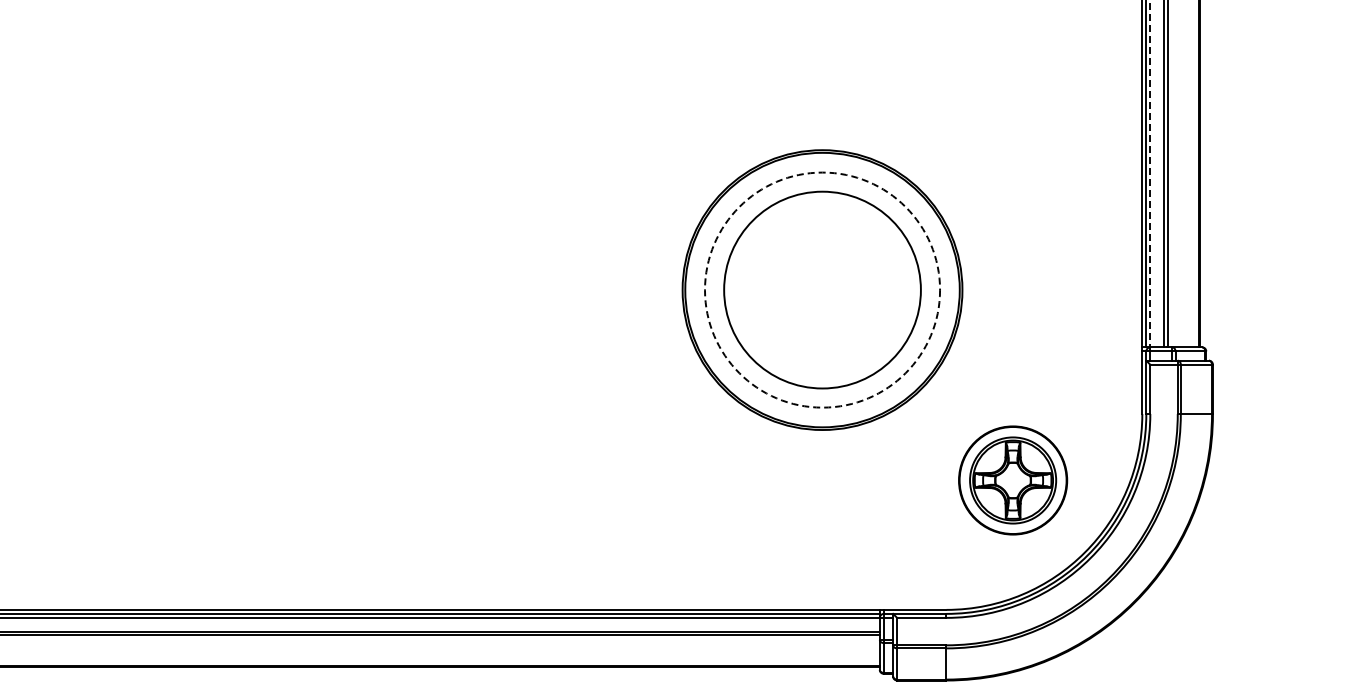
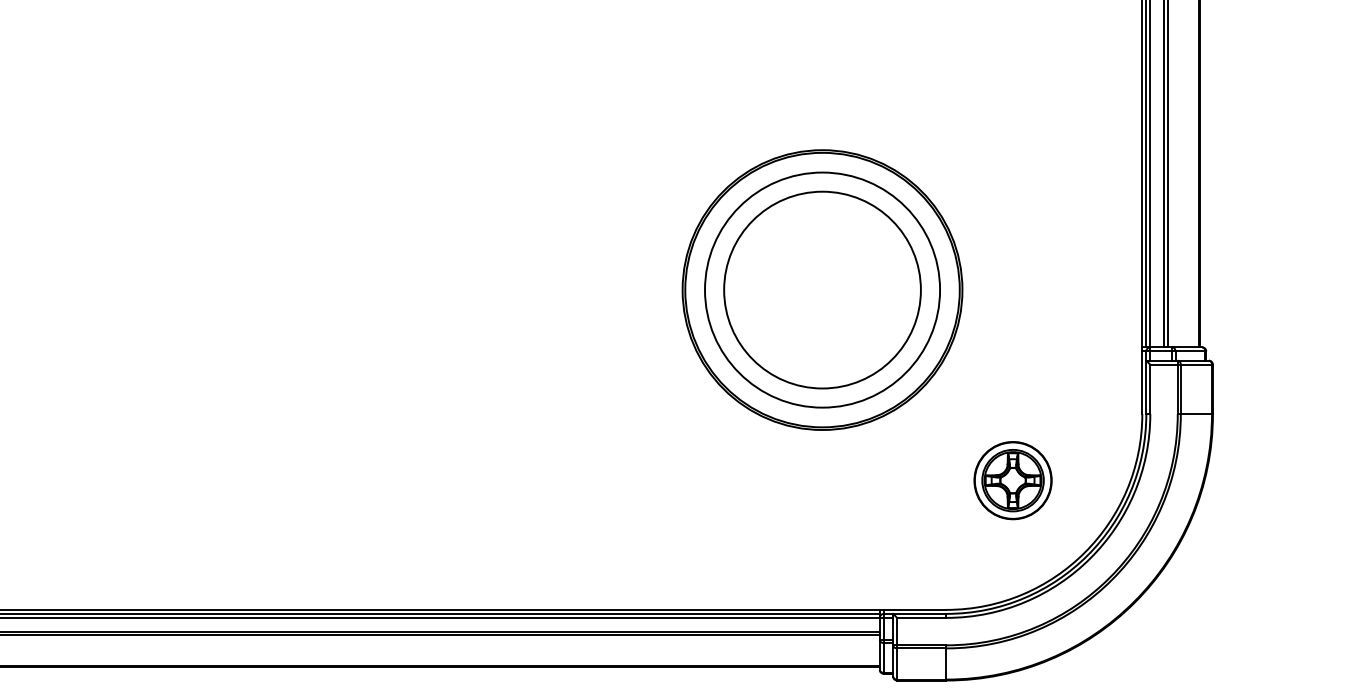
line at (1150, 174): dashed -> solid
circle at (822, 289): dashed -> solid
part at (1013, 480) size: 111x111 px -> 80x80 px
